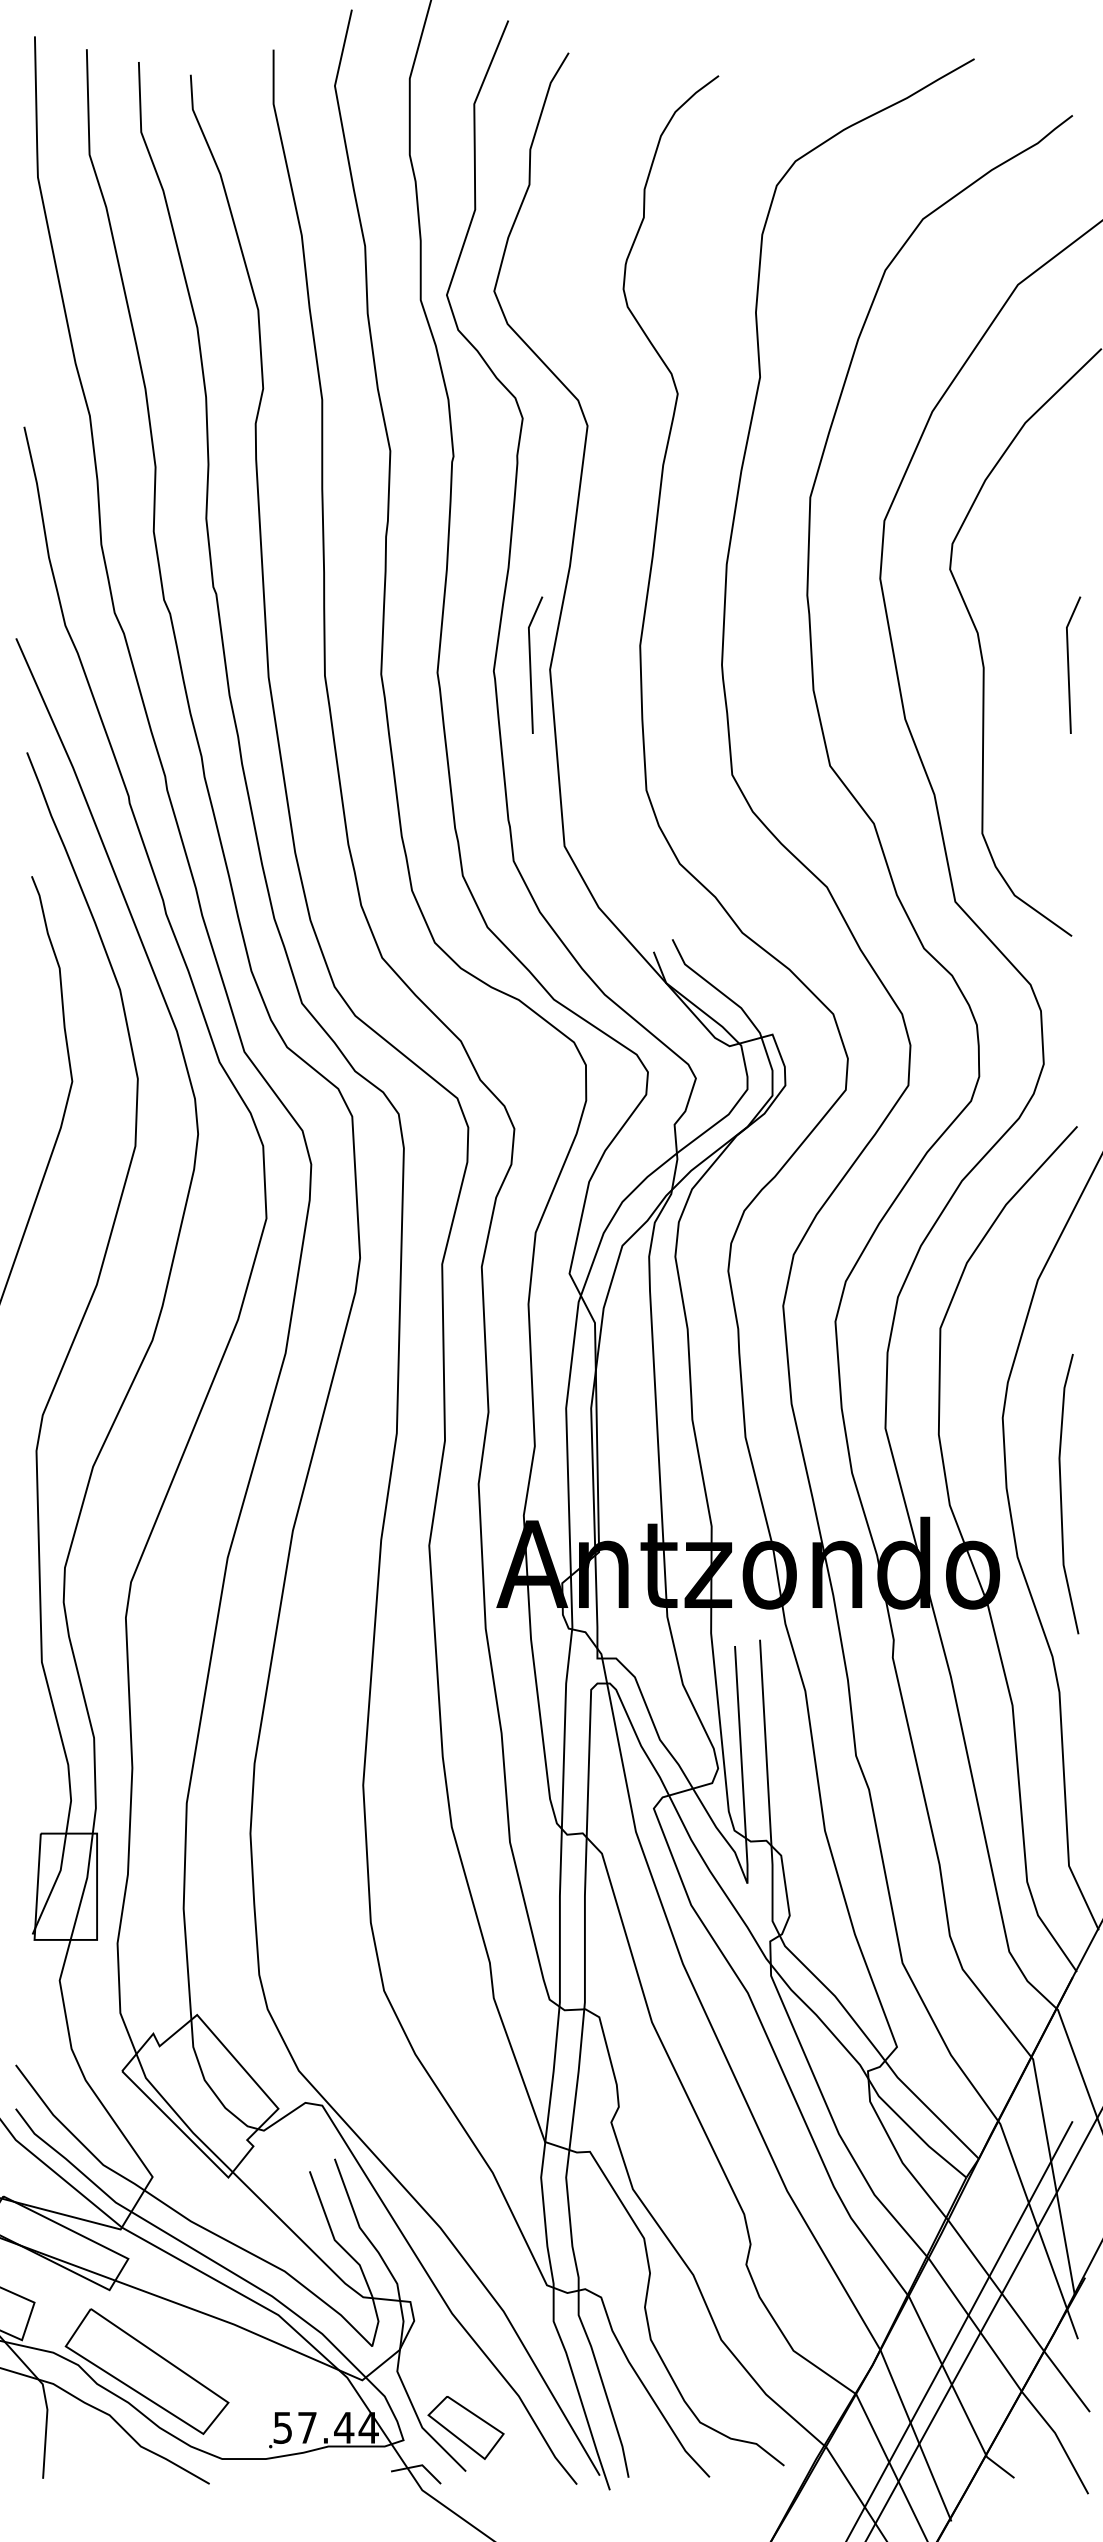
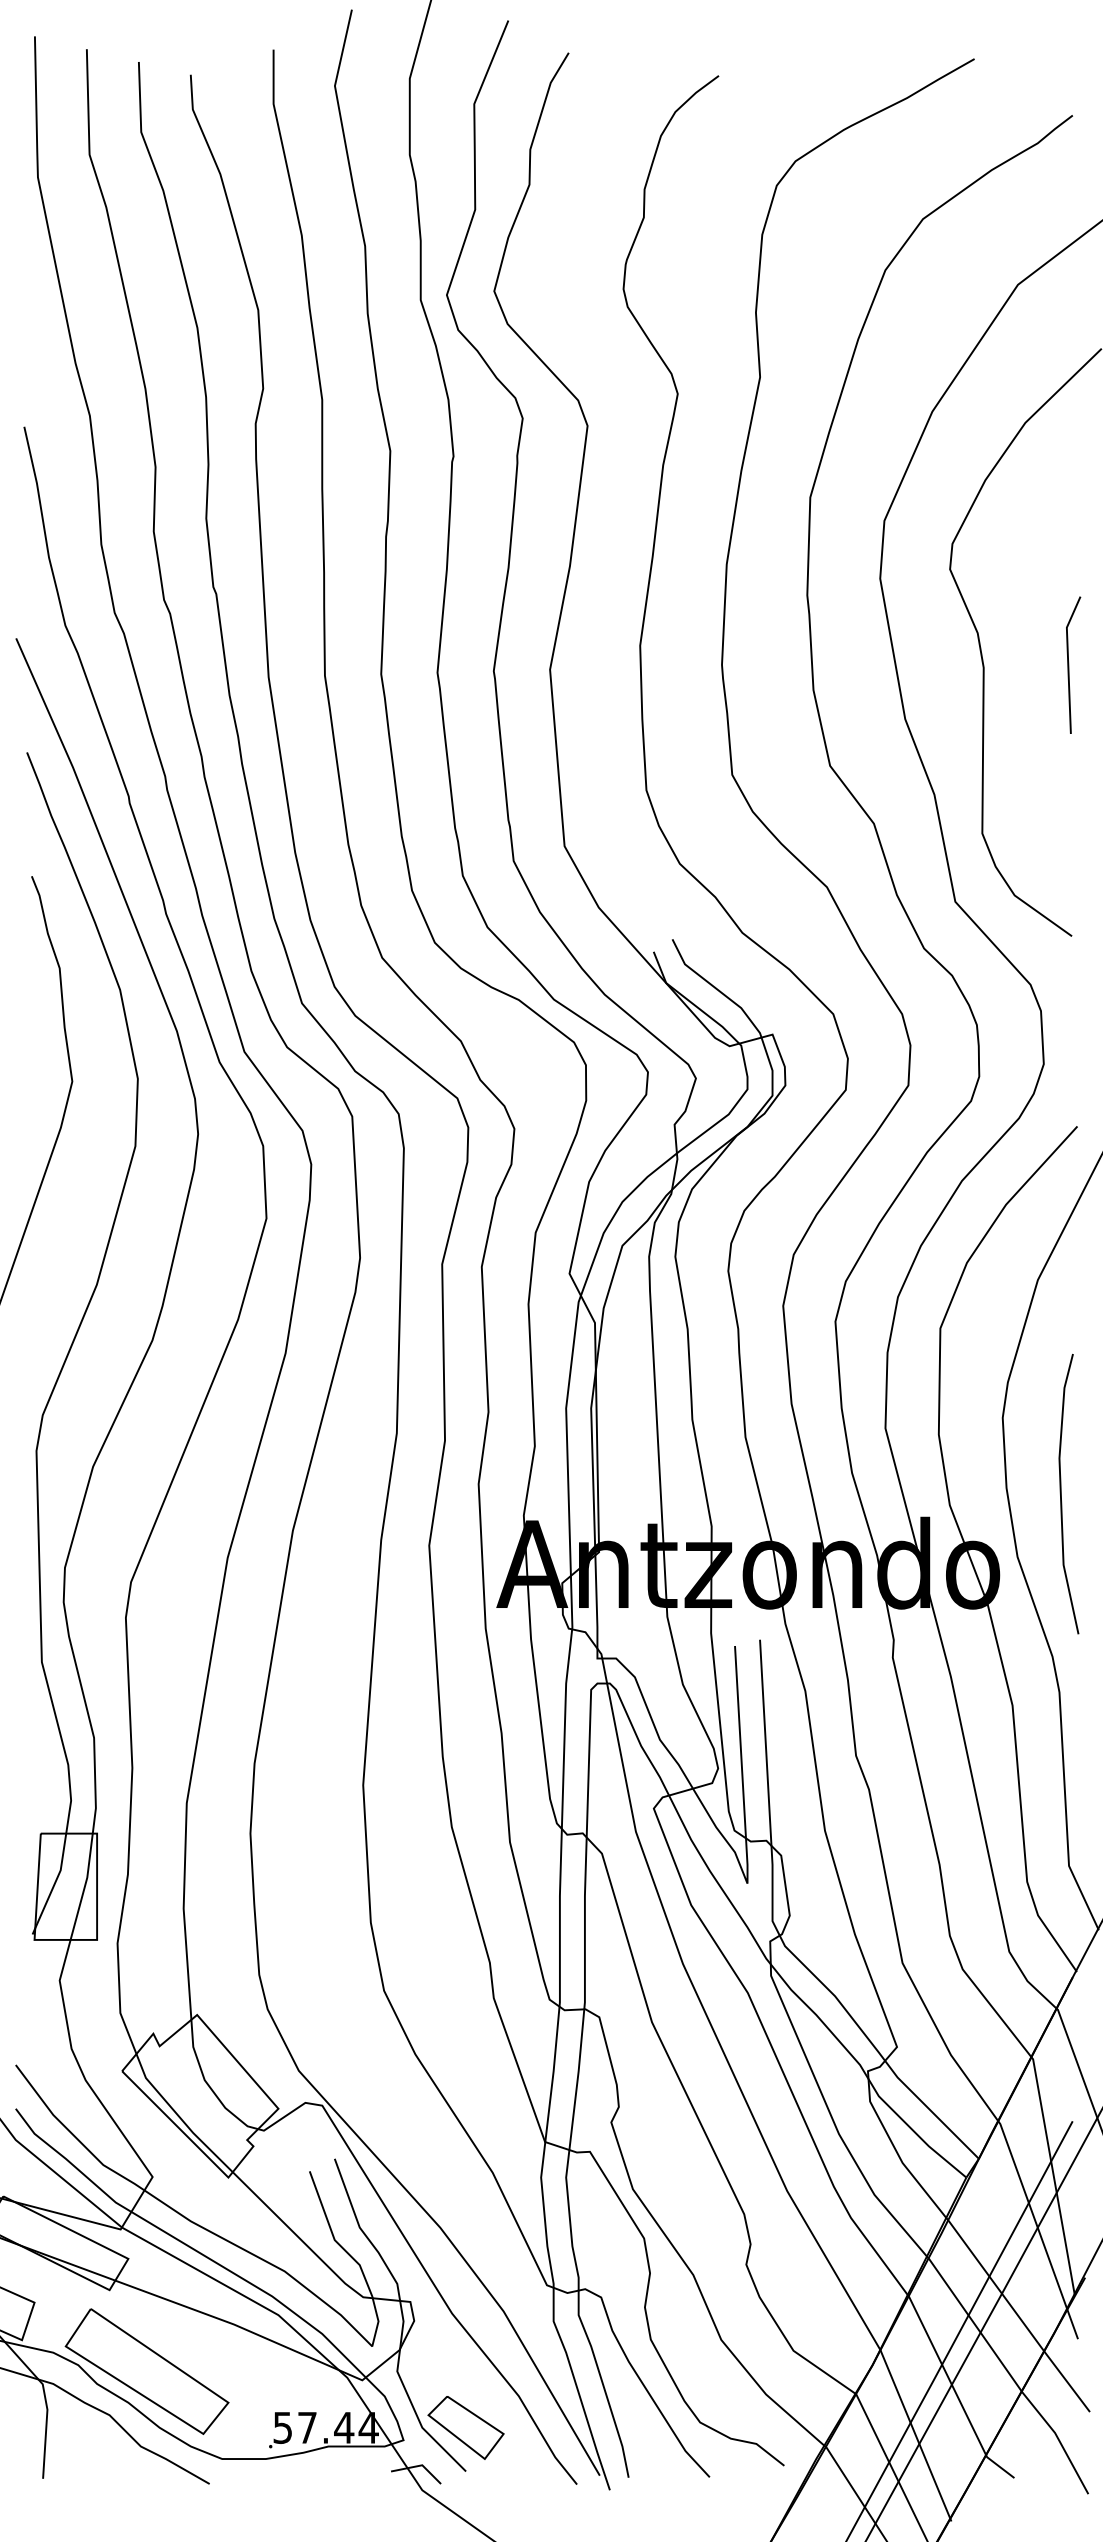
line at (531, 664): present -> none
